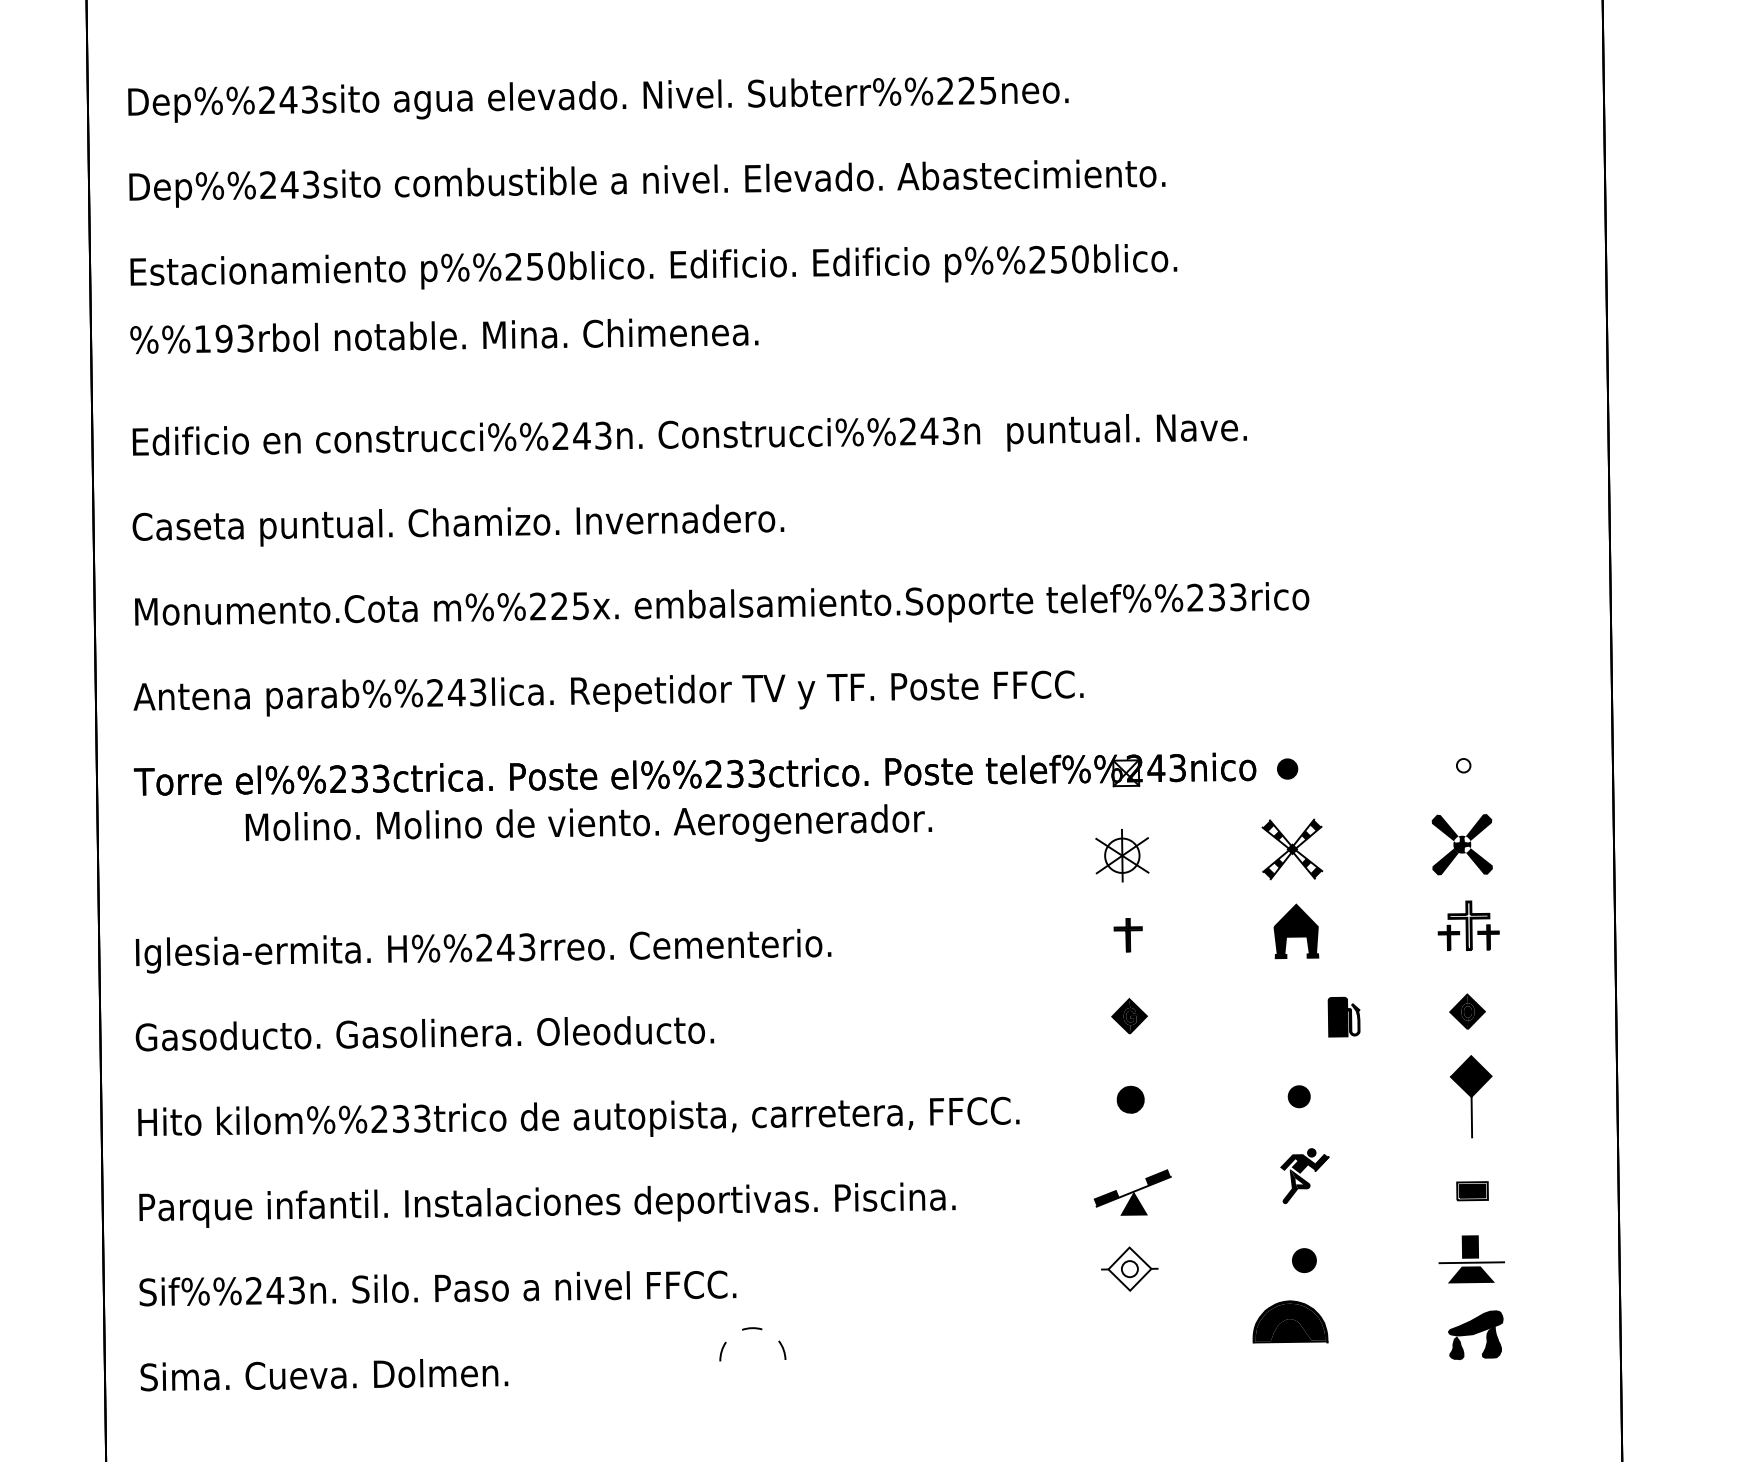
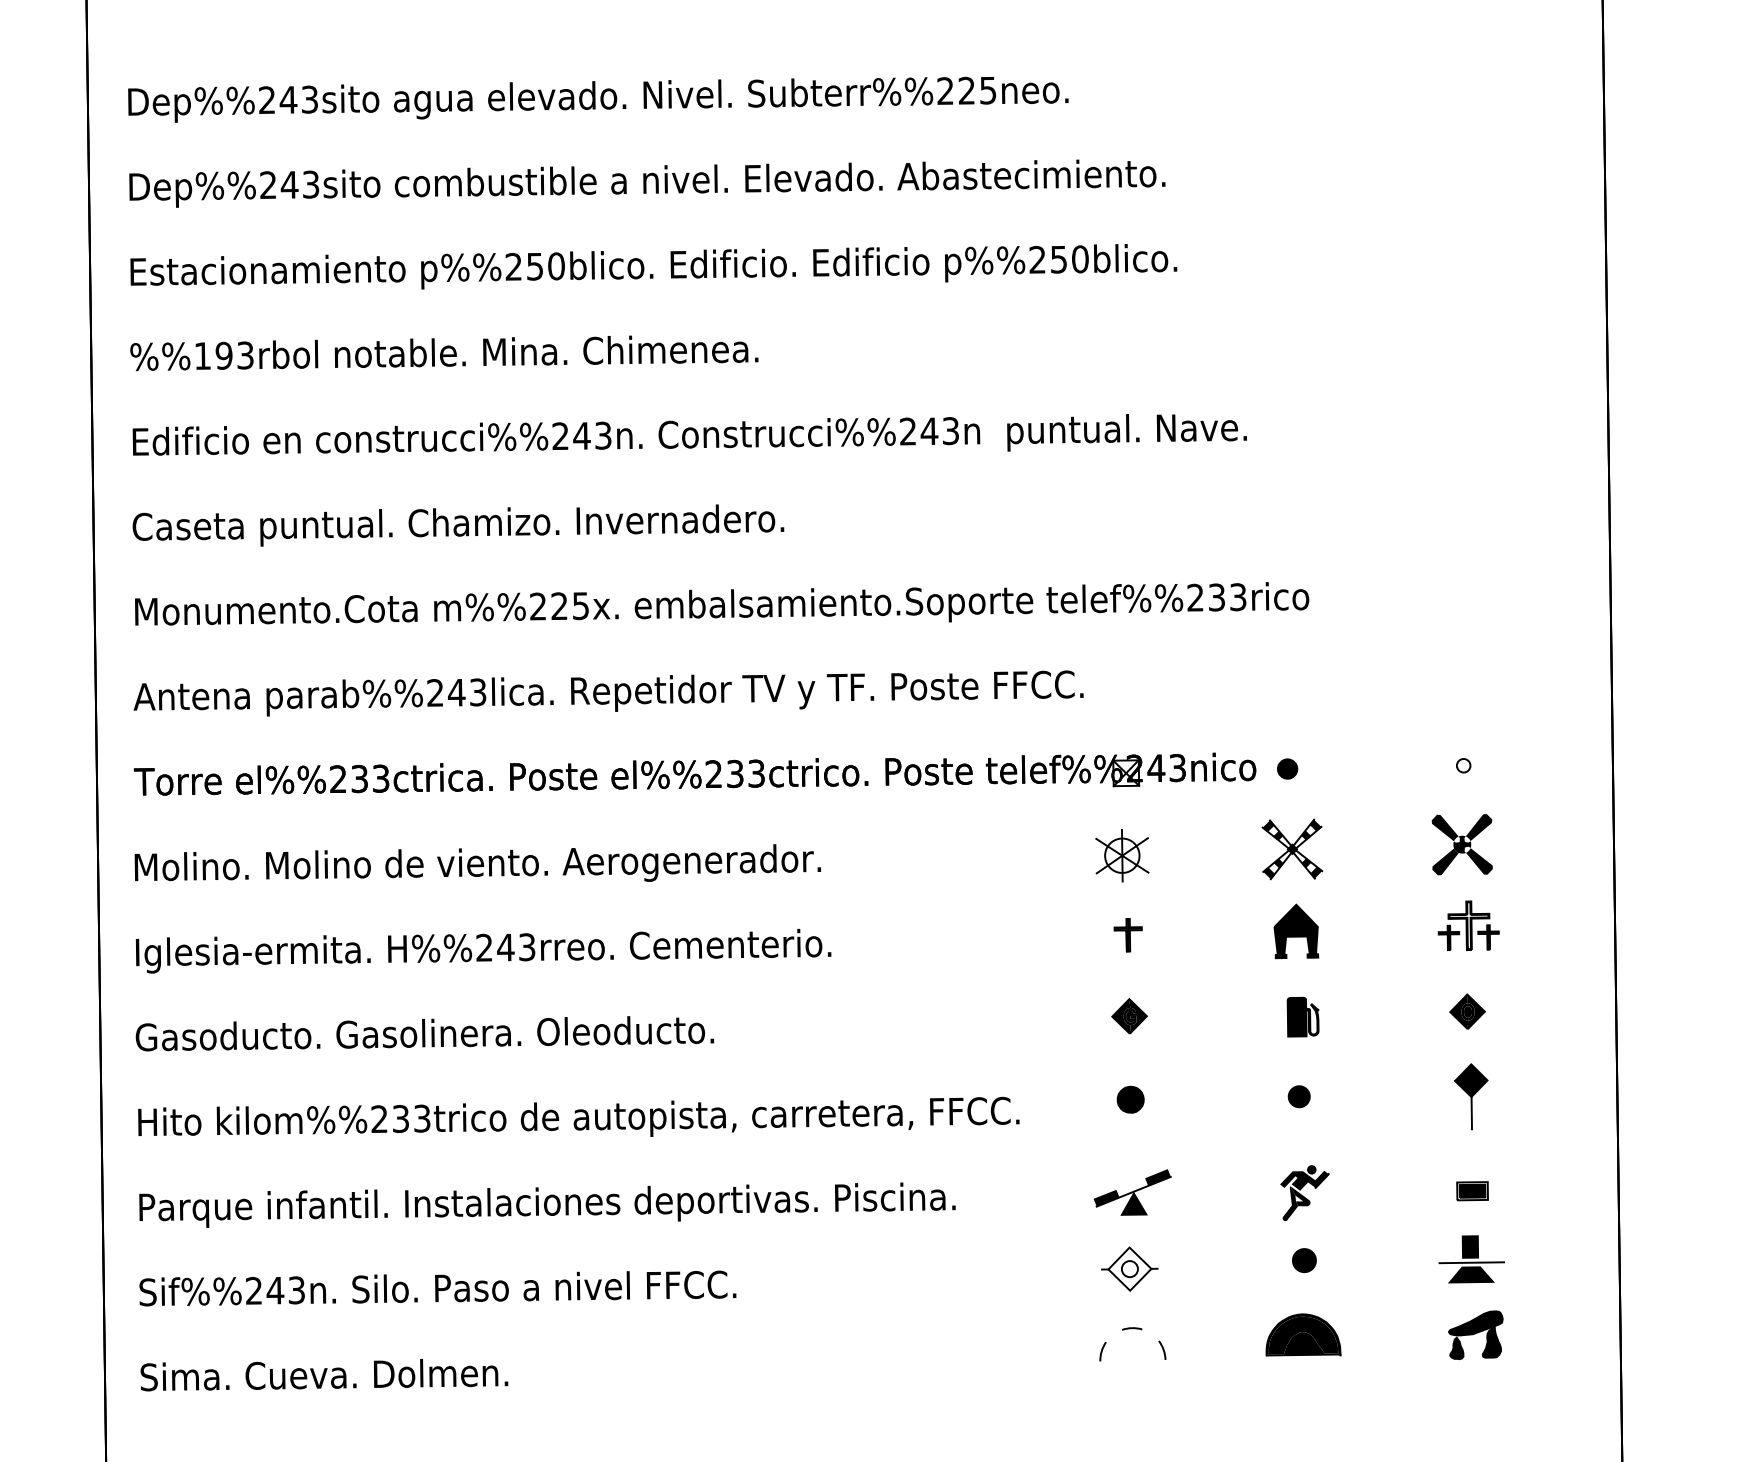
text at (444, 336) position: (444, 336) -> (444, 353)
text at (588, 822) position: (588, 822) -> (477, 862)
part at (1343, 1016) position: (1343, 1016) -> (1302, 1016)
part at (1471, 1096) size: 43x84 px -> 35x68 px
part at (1304, 1175) position: (1304, 1175) -> (1304, 1192)
part at (1290, 1321) position: (1290, 1321) -> (1303, 1334)
part at (752, 1329) position: (752, 1329) -> (1132, 1329)
